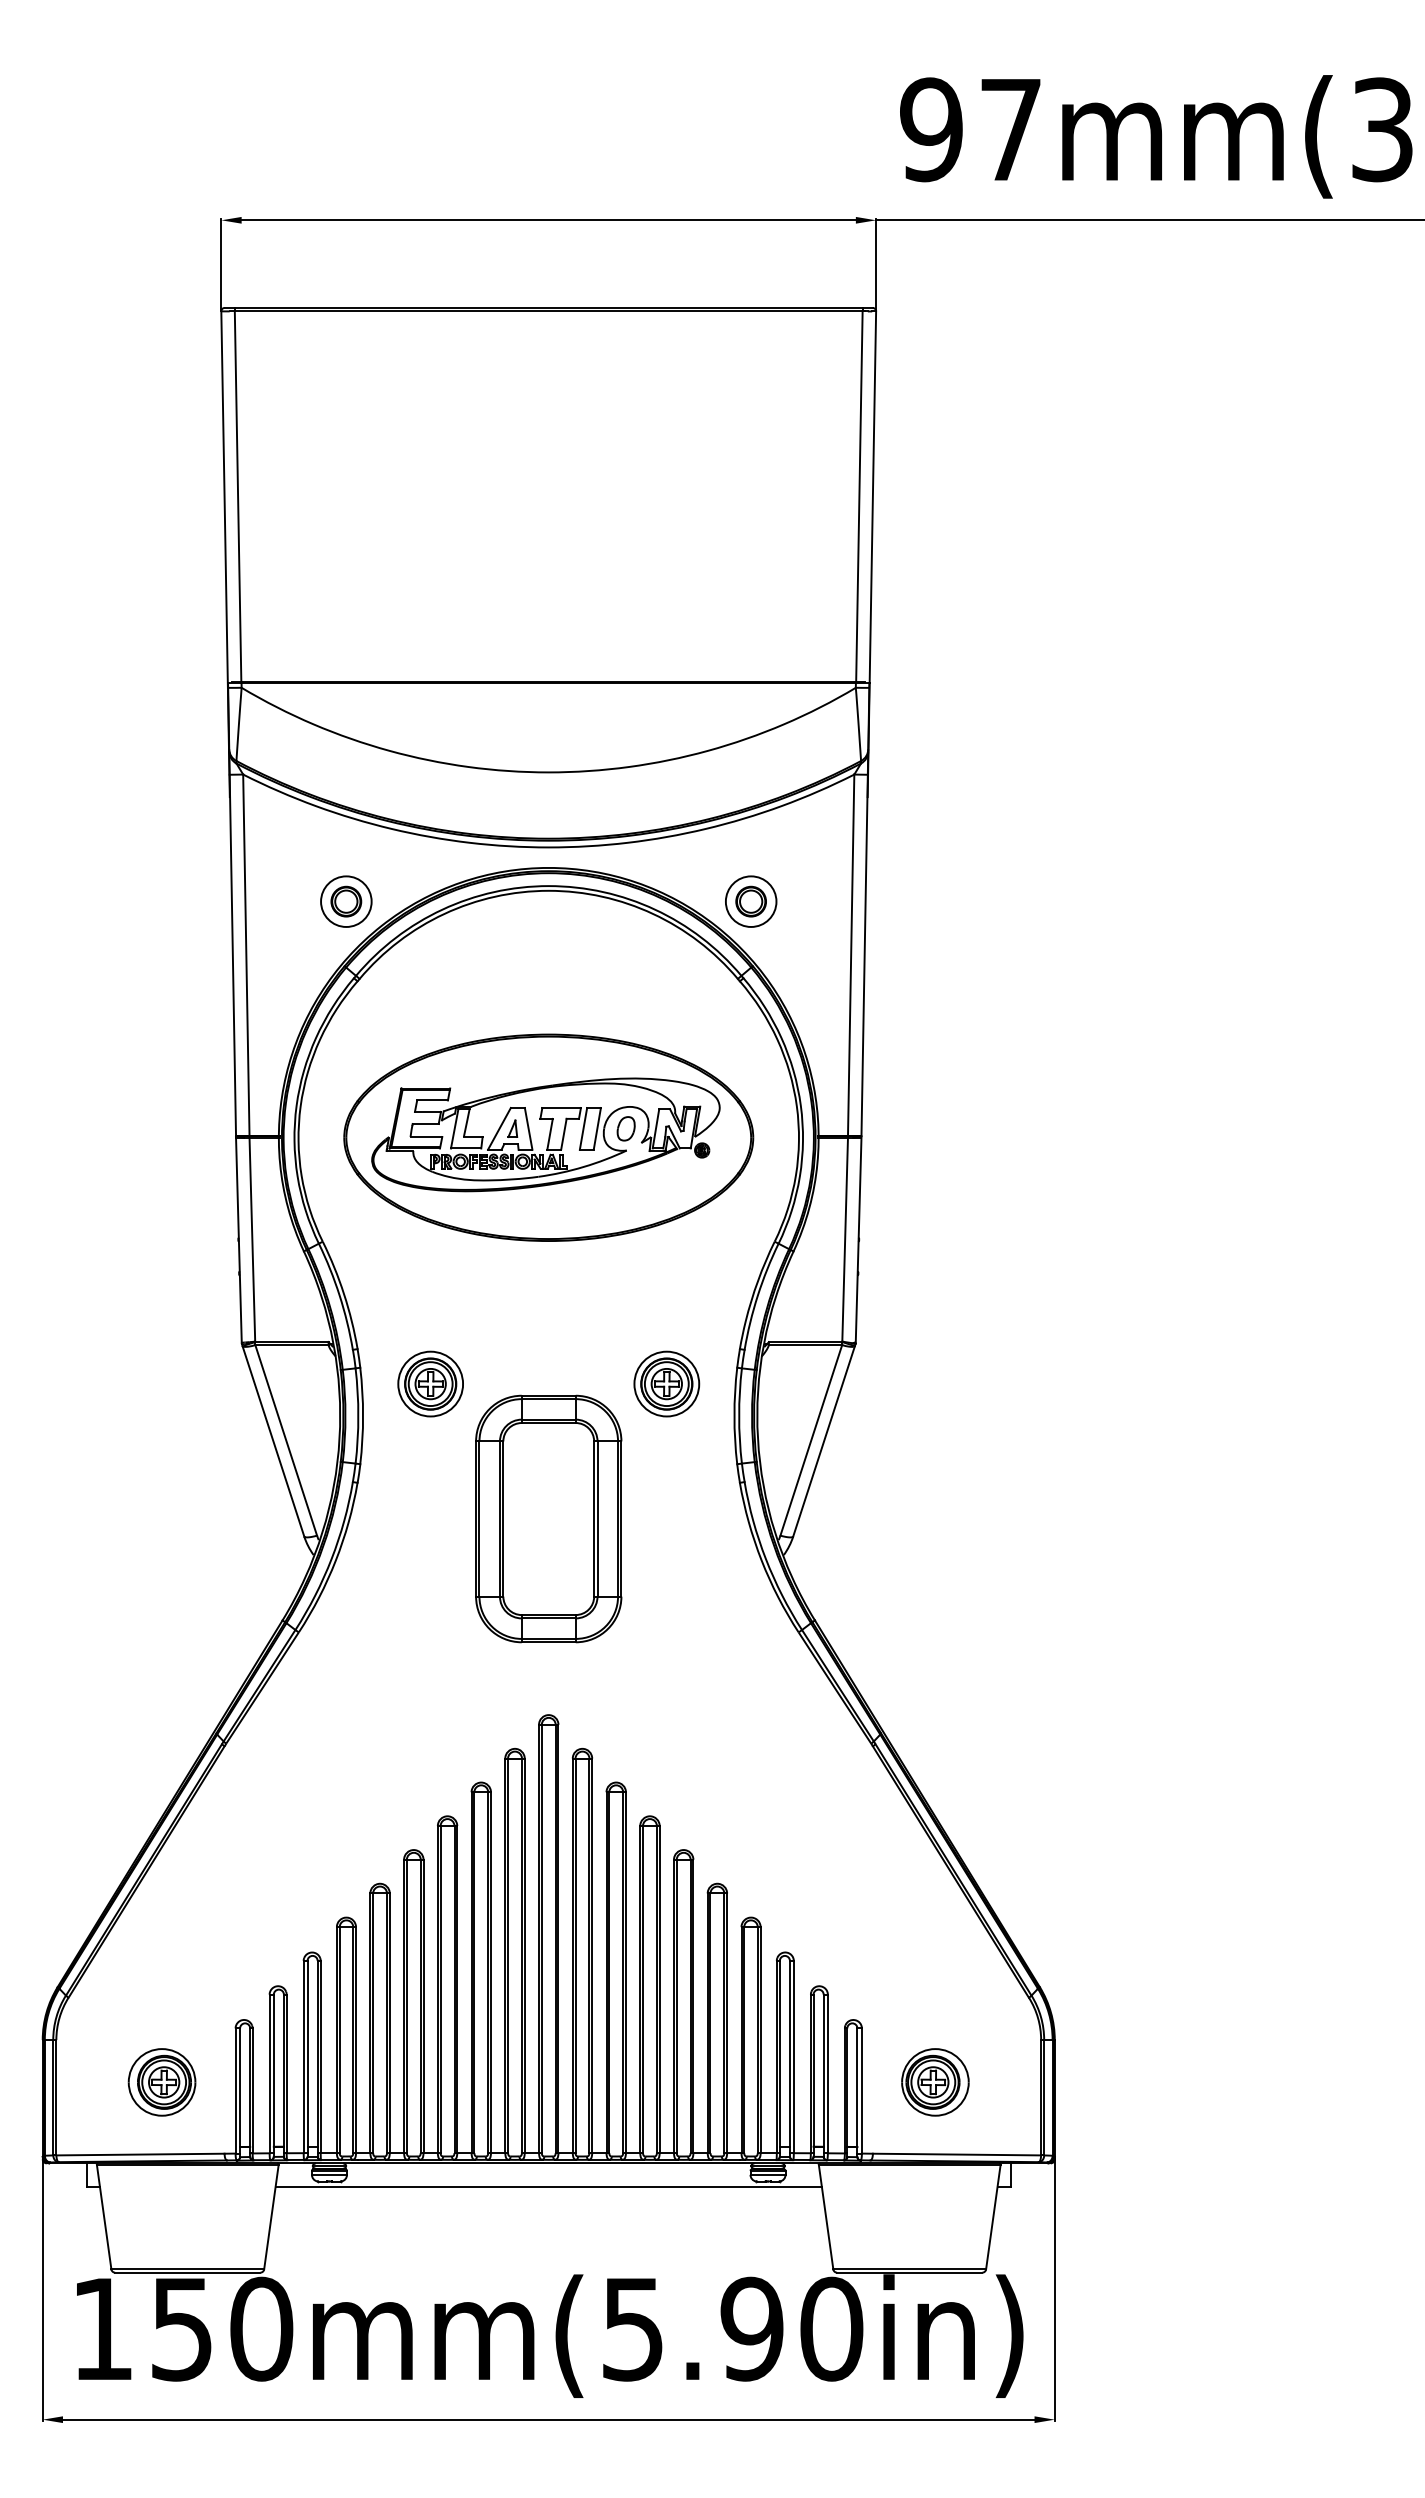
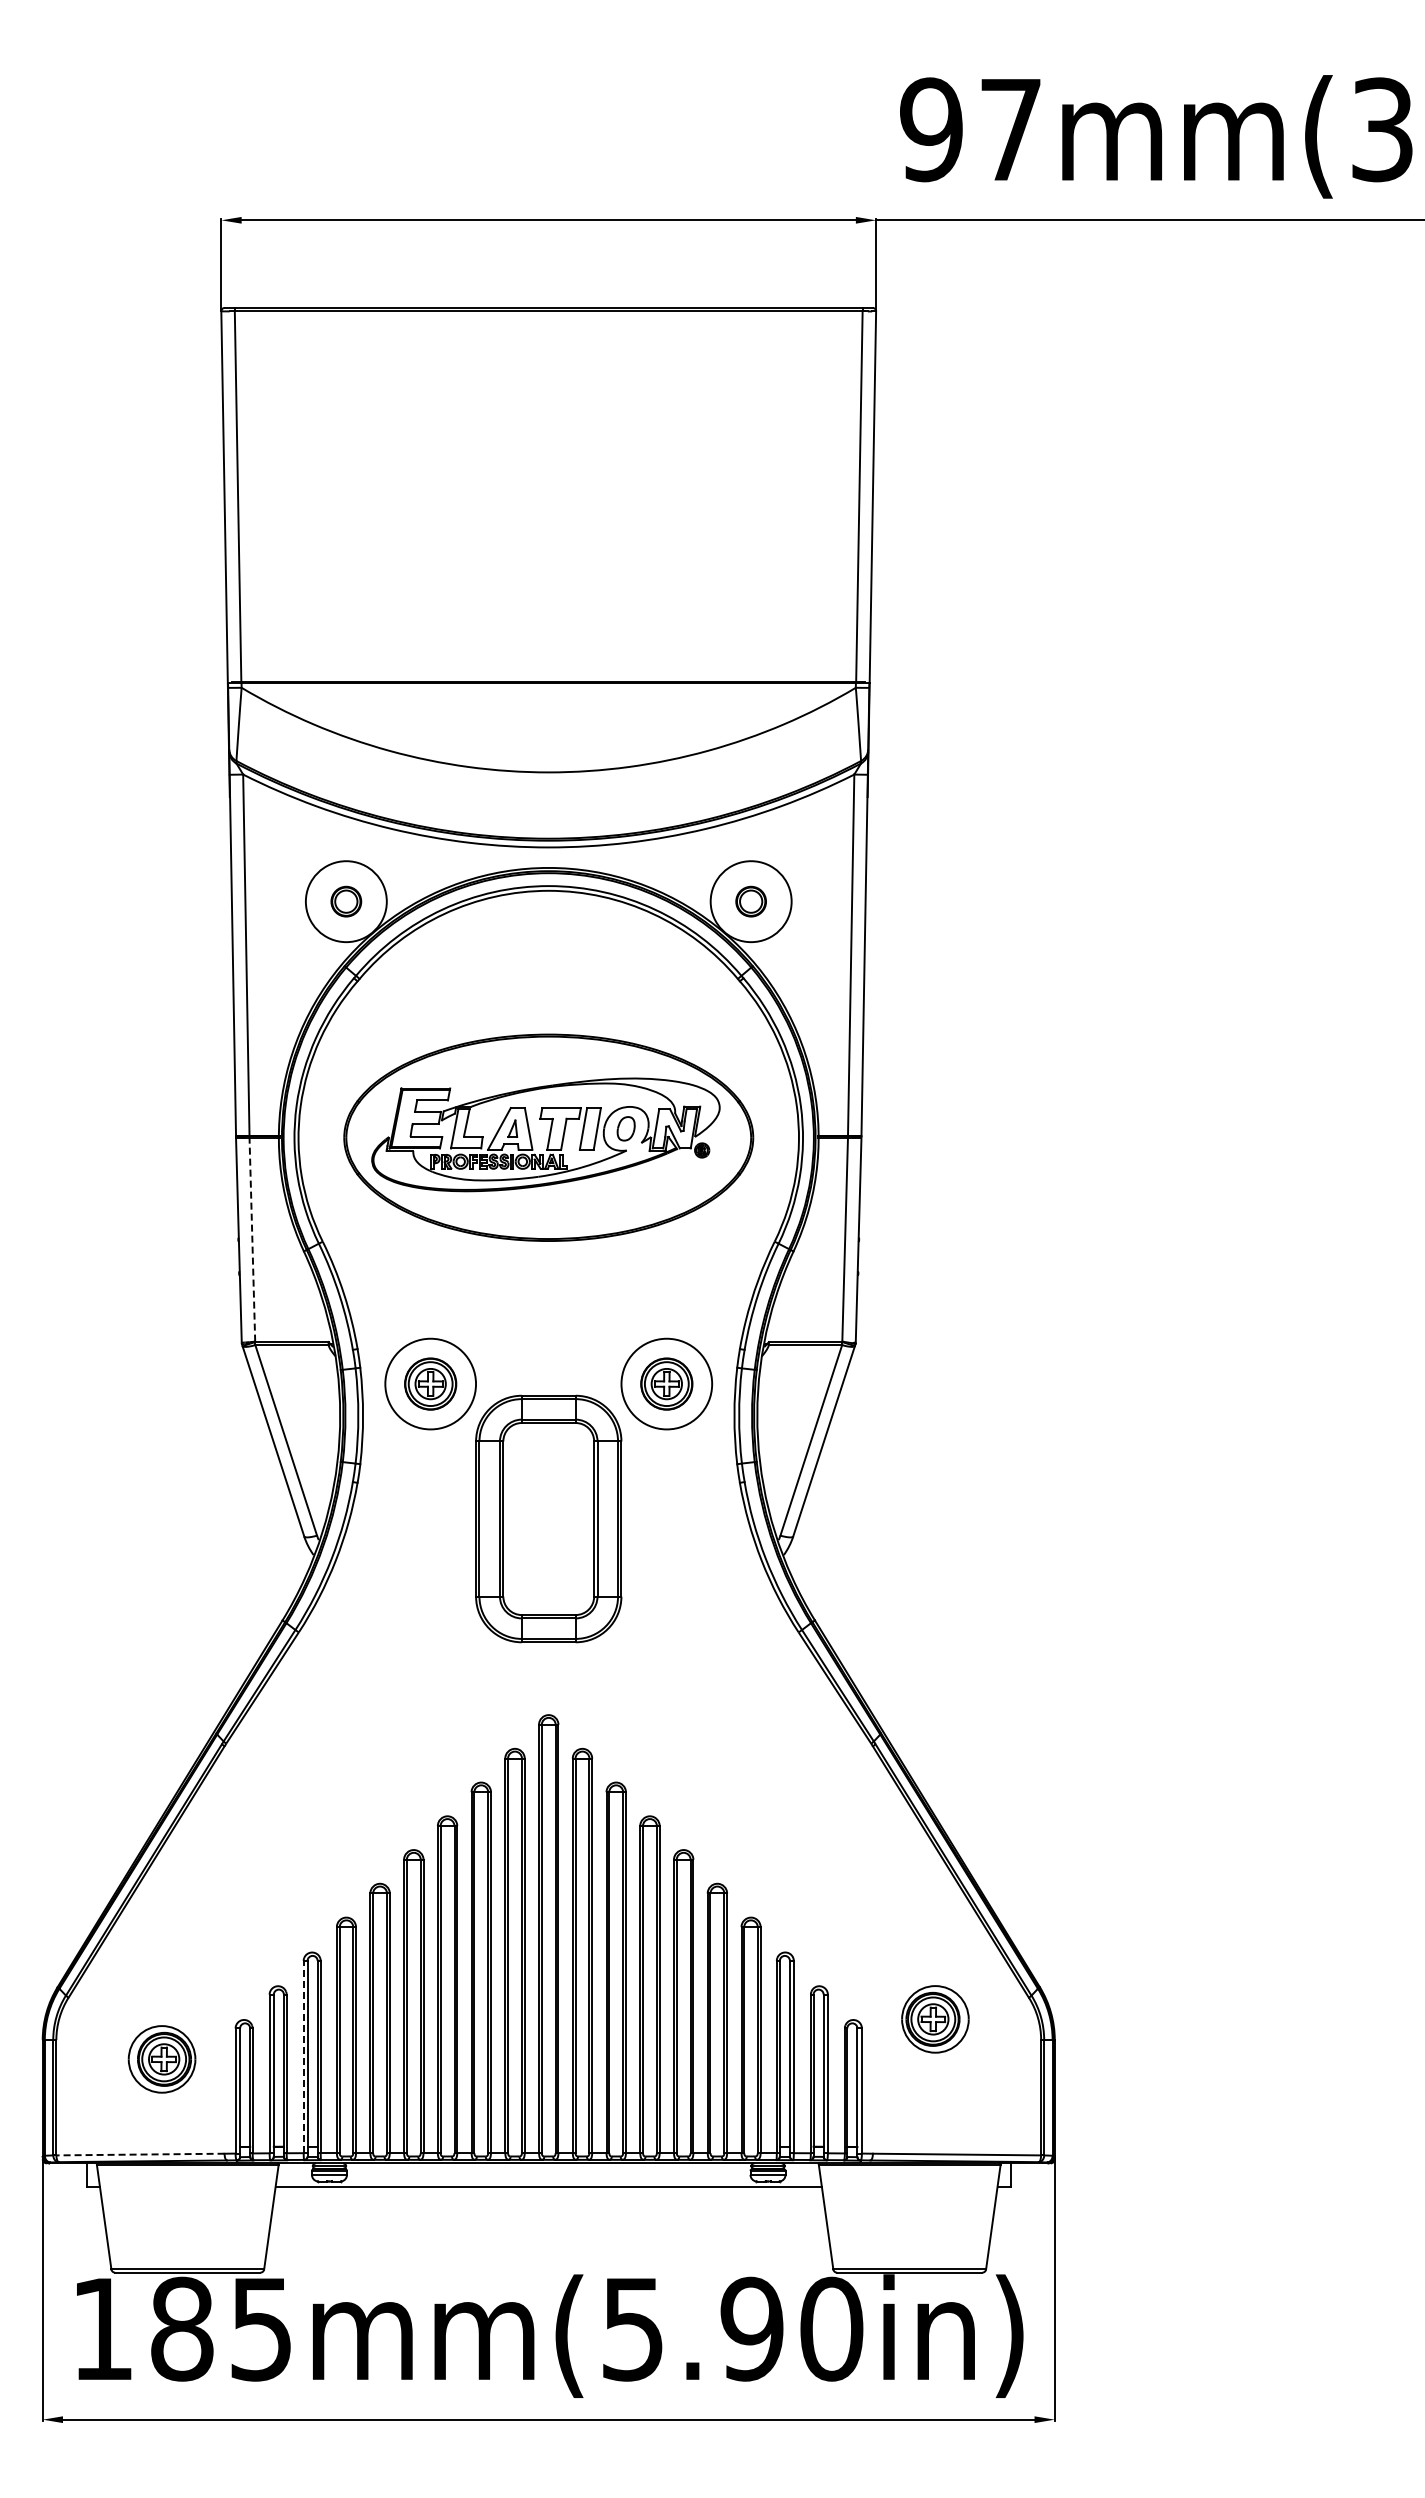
circle at (346, 901) diameter: 51 px -> 81 px
circle at (750, 901) diameter: 51 px -> 81 px
line at (252, 1239): solid -> dashed
circle at (430, 1383) diameter: 65 px -> 91 px
circle at (666, 1383) diameter: 65 px -> 91 px
line at (303, 2056): solid -> dashed
part at (161, 2082) position: (161, 2082) -> (161, 2059)
part at (935, 2082) position: (935, 2082) -> (935, 2019)
line at (140, 2154): solid -> dashed
text at (222, 2328): 150mm(5.90in) -> 185mm(5.90in)
